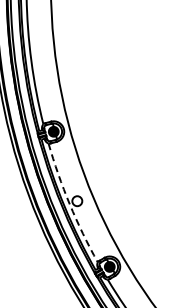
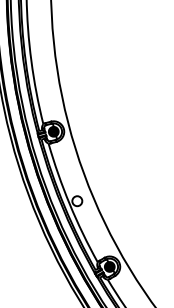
arc at (69, 204): dashed -> solid
